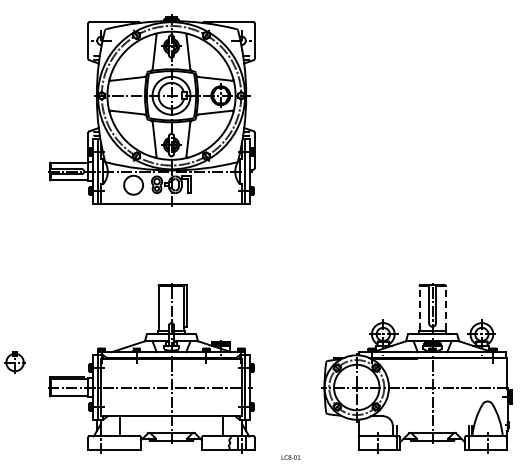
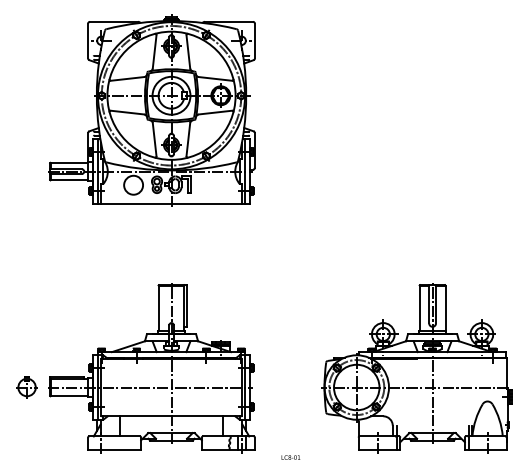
line at (419, 307): dashed -> solid
line at (445, 307): dashed -> solid
part at (14, 362) position: (14, 362) -> (26, 387)
